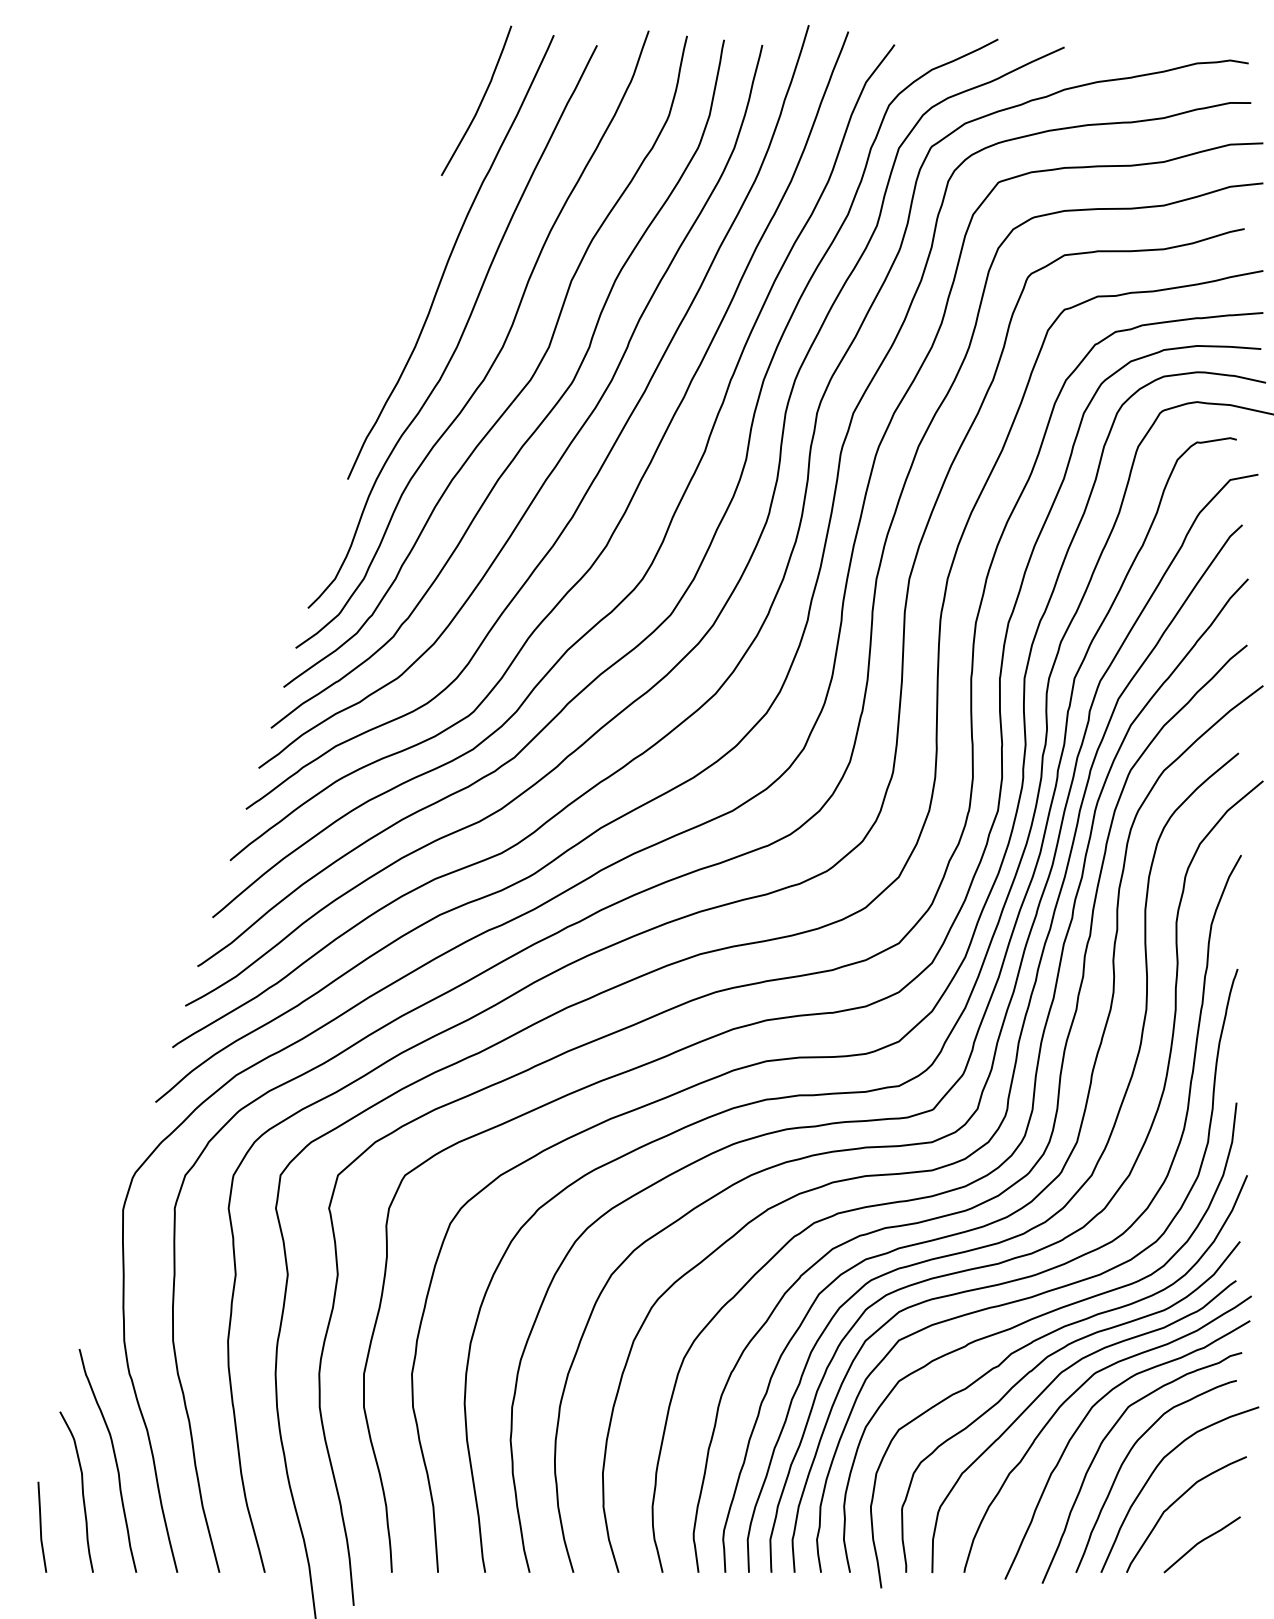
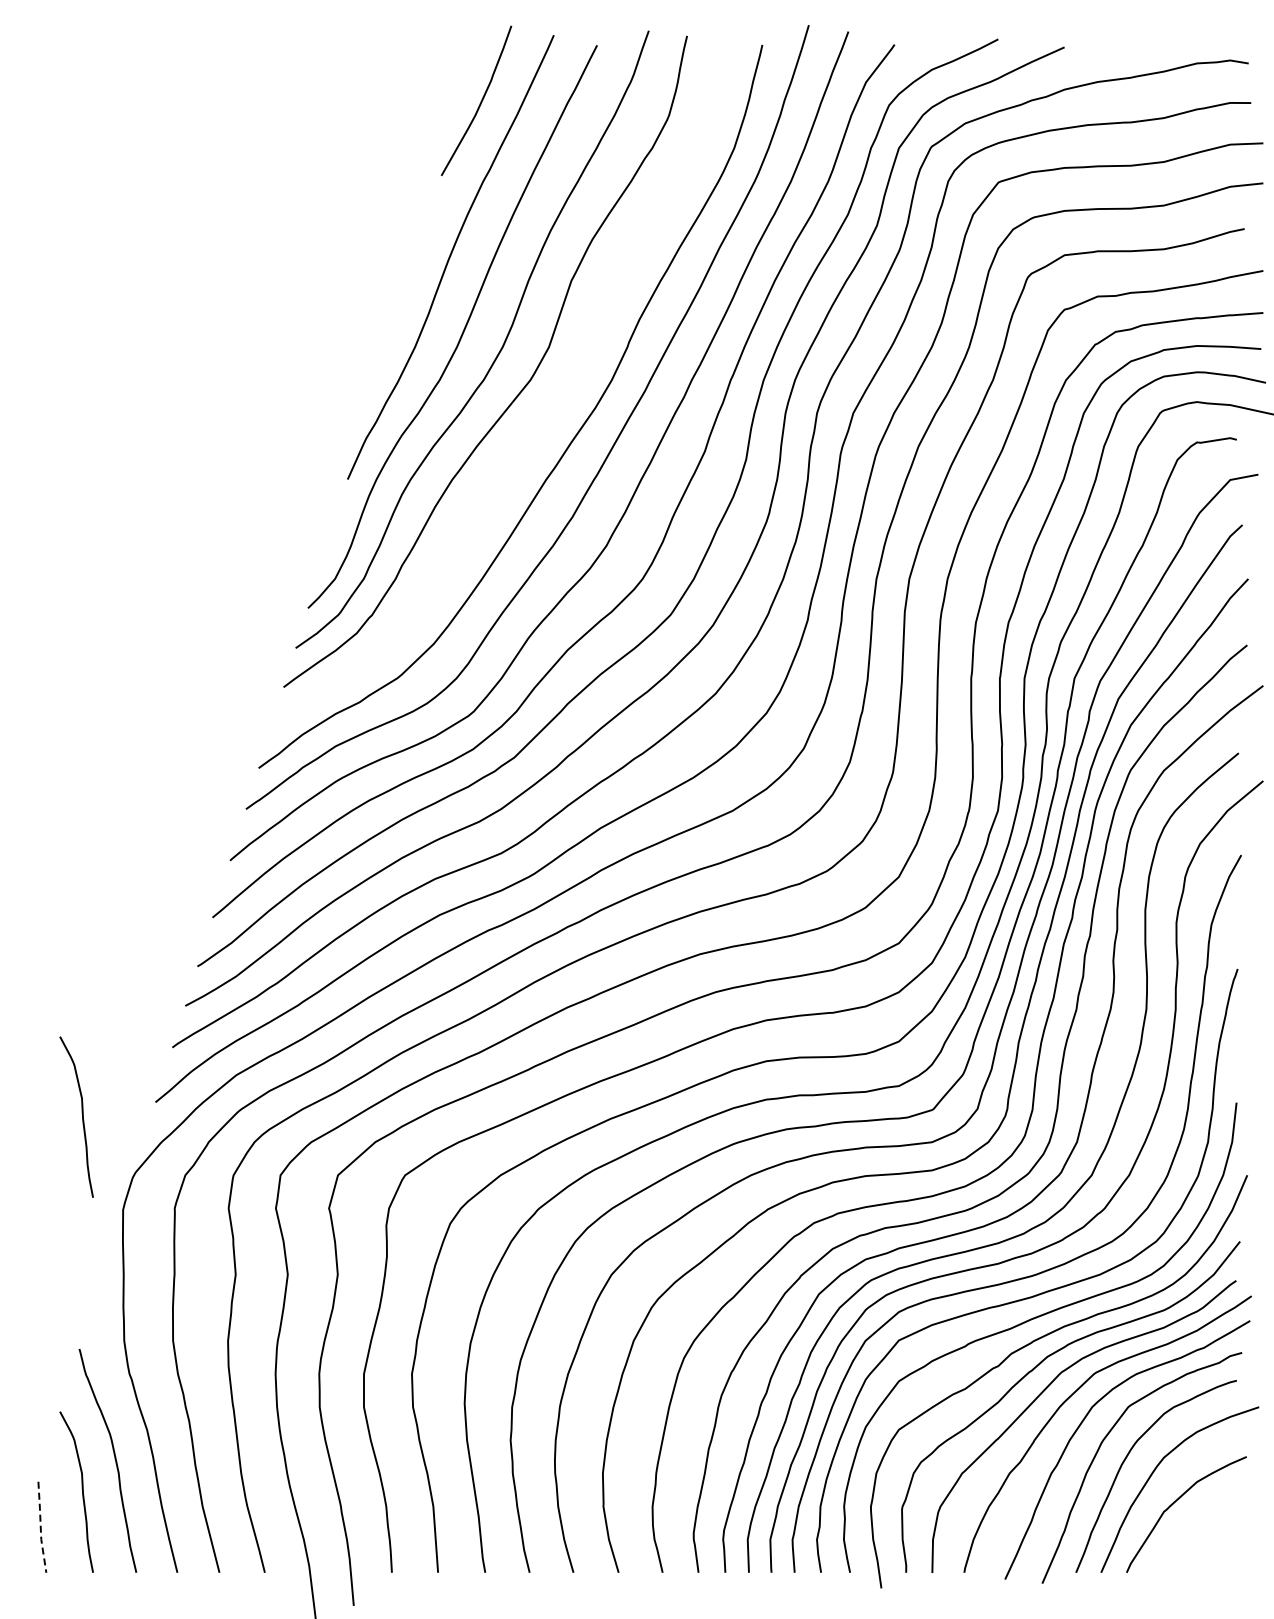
curve at (543, 418): present -> none
curve at (81, 1113): none -> present
line at (40, 1527): solid -> dashed
line at (1201, 1542): present -> none
